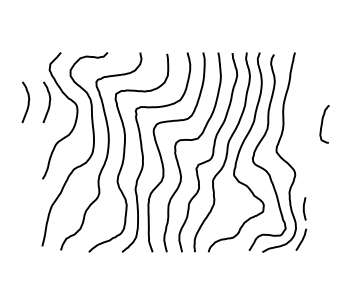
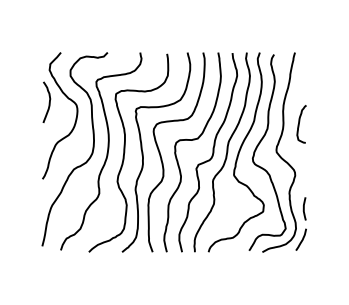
curve at (27, 102): present -> none
curve at (322, 124) position: (322, 124) -> (299, 124)
